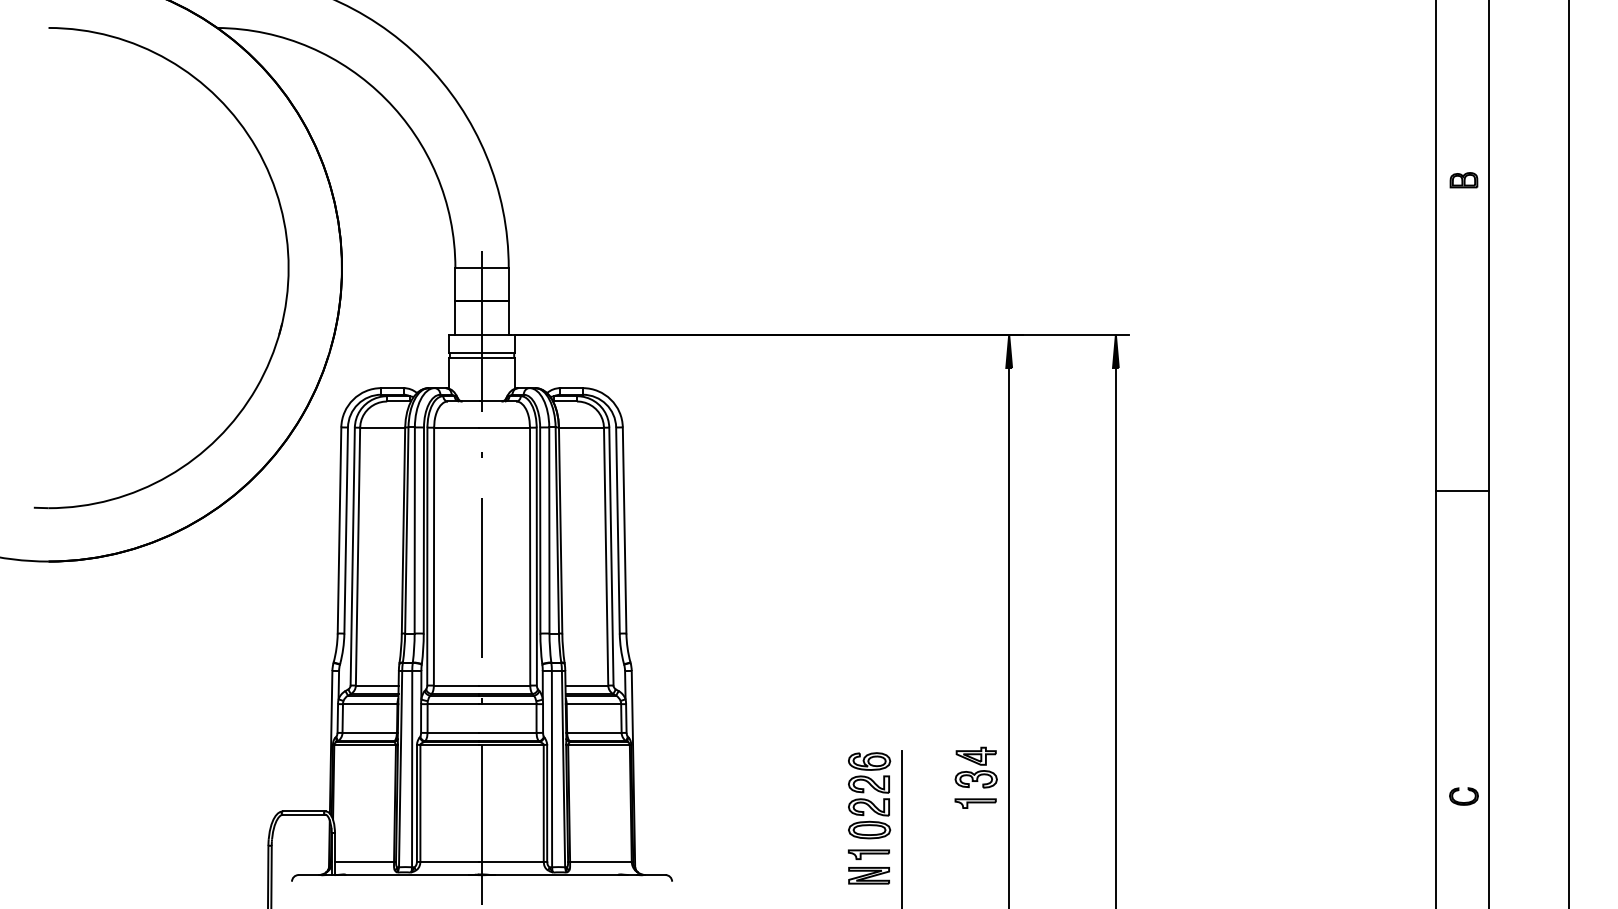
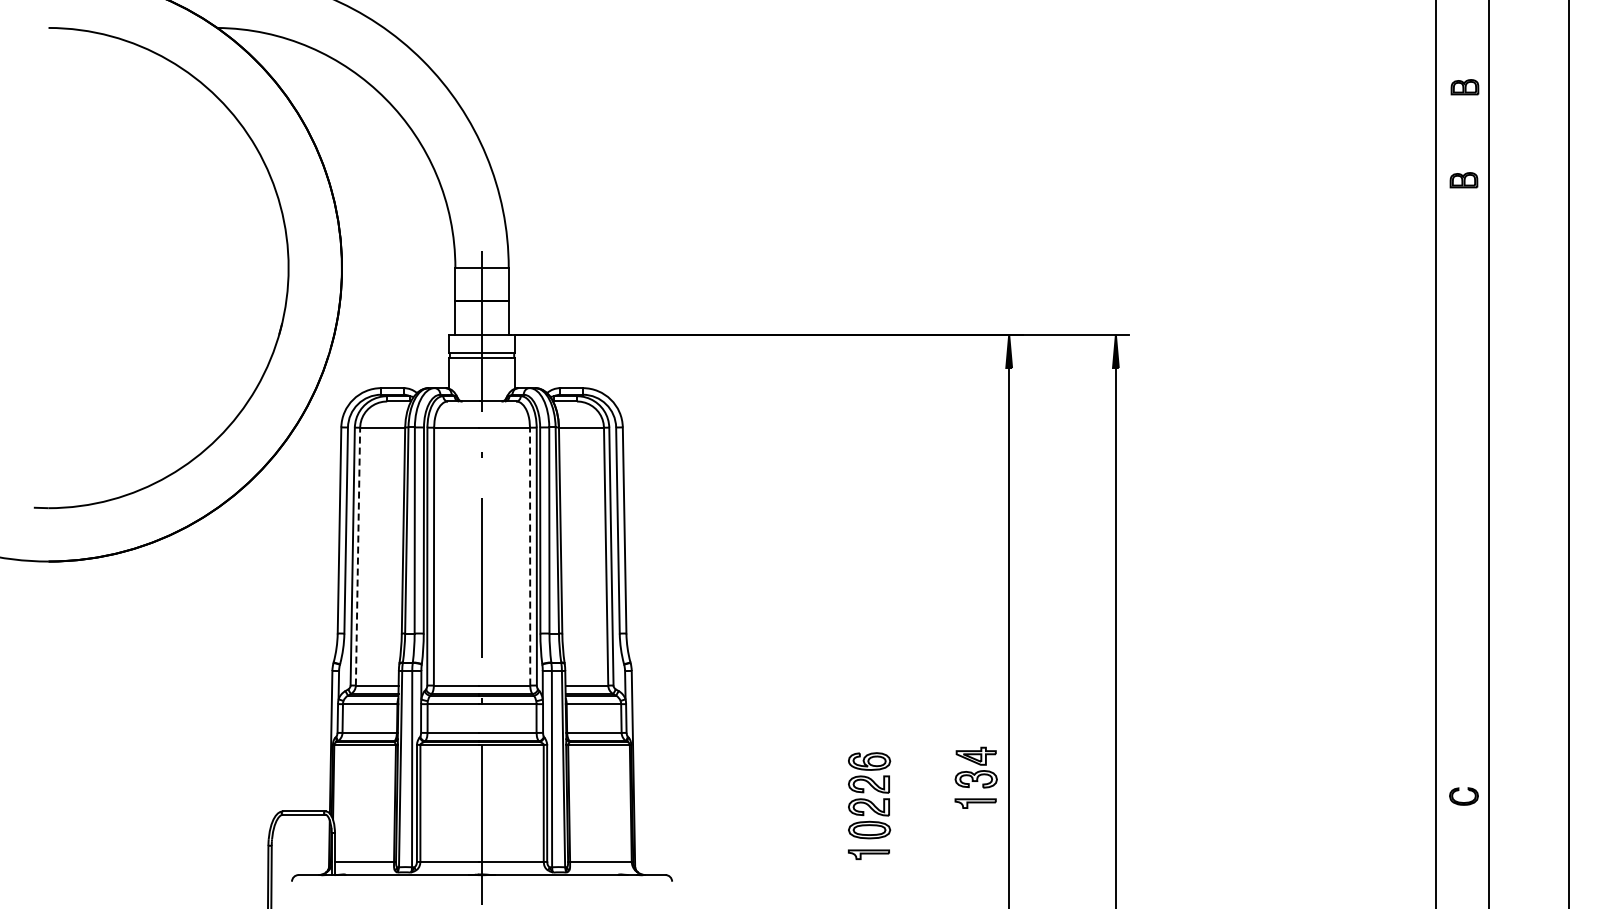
part at (1464, 87): none -> present
line at (1462, 490): present -> none
line at (358, 556): solid -> dashed
line at (530, 556): solid -> dashed
line at (902, 828): present -> none
part at (868, 875): present -> none
